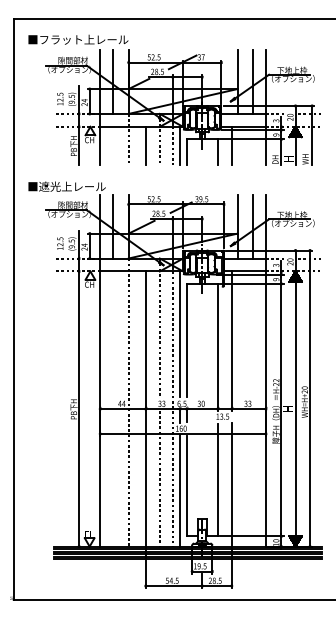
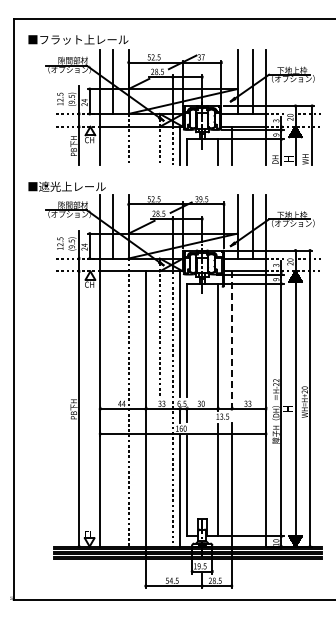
line at (145, 145): present -> none
line at (231, 341): solid -> dashed
line at (159, 478): present -> none
